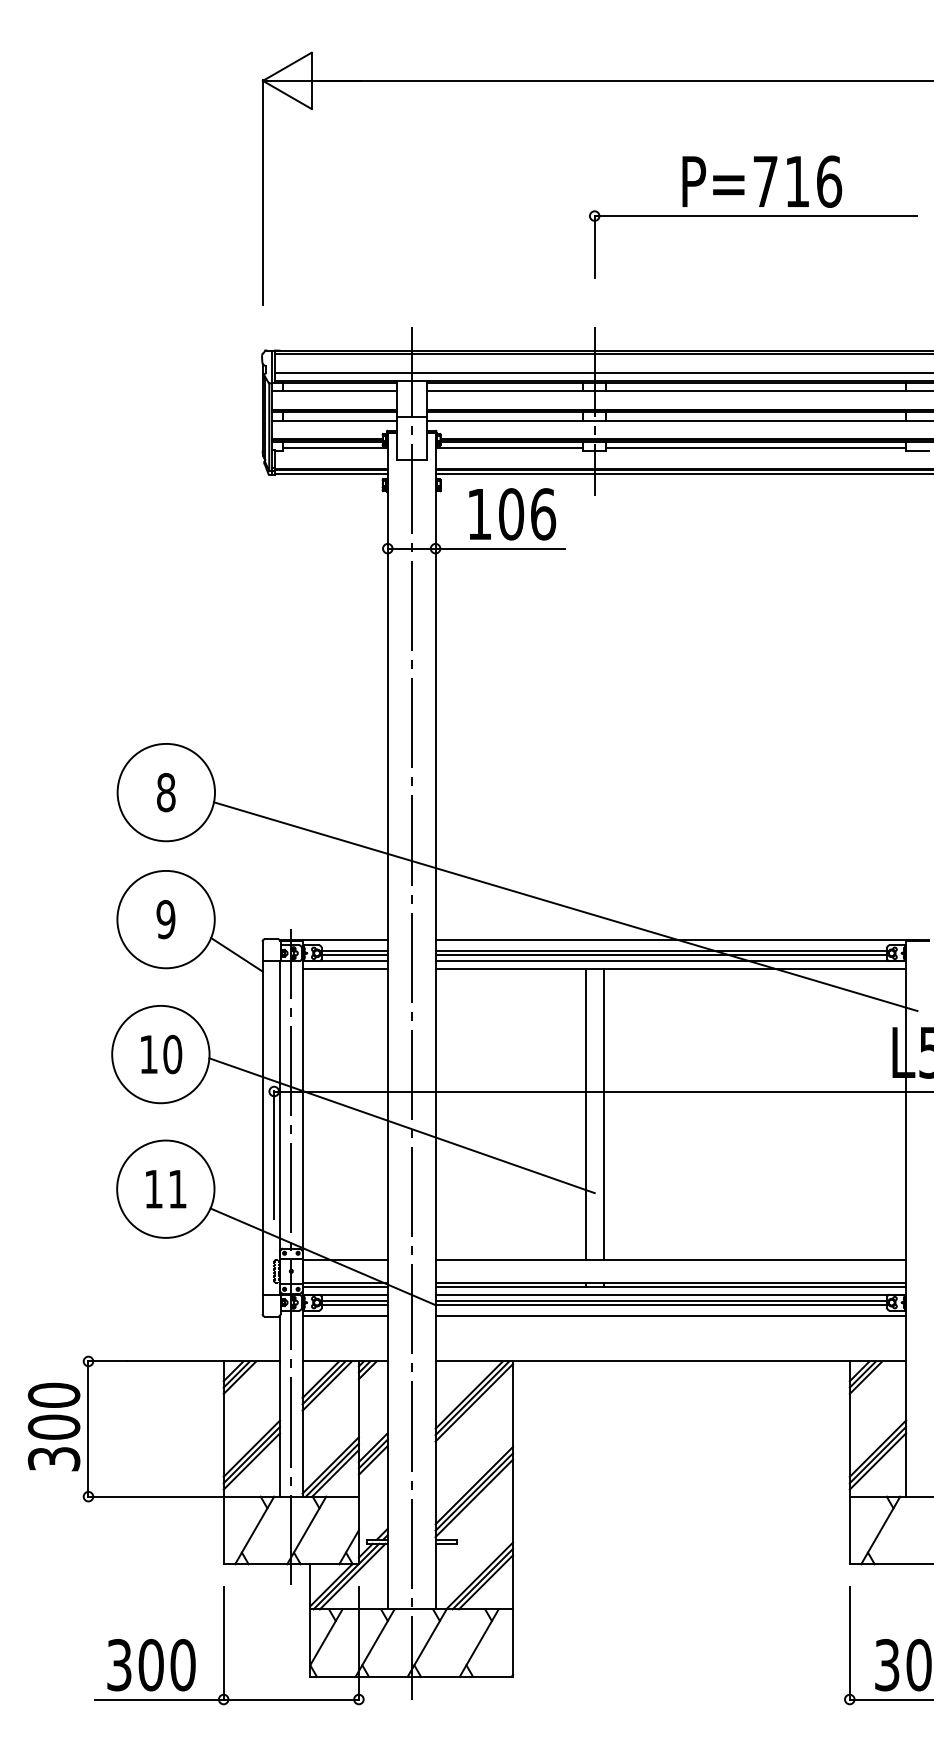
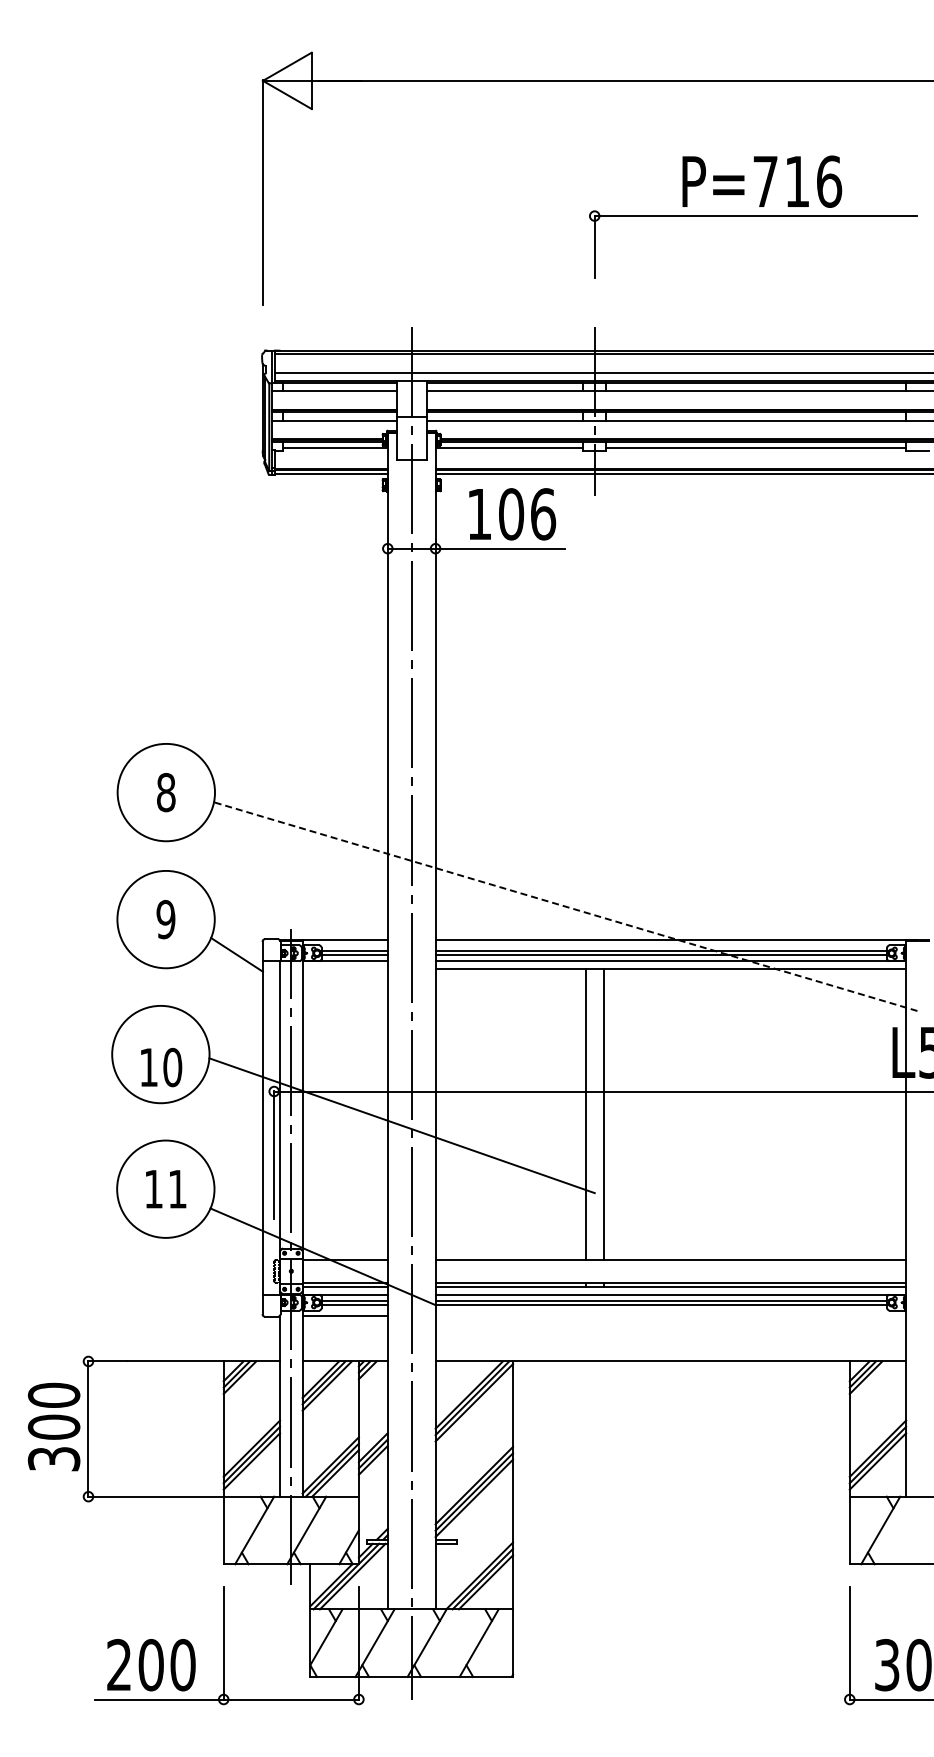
line at (565, 906): solid -> dashed
line at (344, 968): present -> none
text at (161, 1054) position: (161, 1054) -> (161, 1067)
line at (670, 1316): present -> none
text at (119, 1665): 300 -> 200
